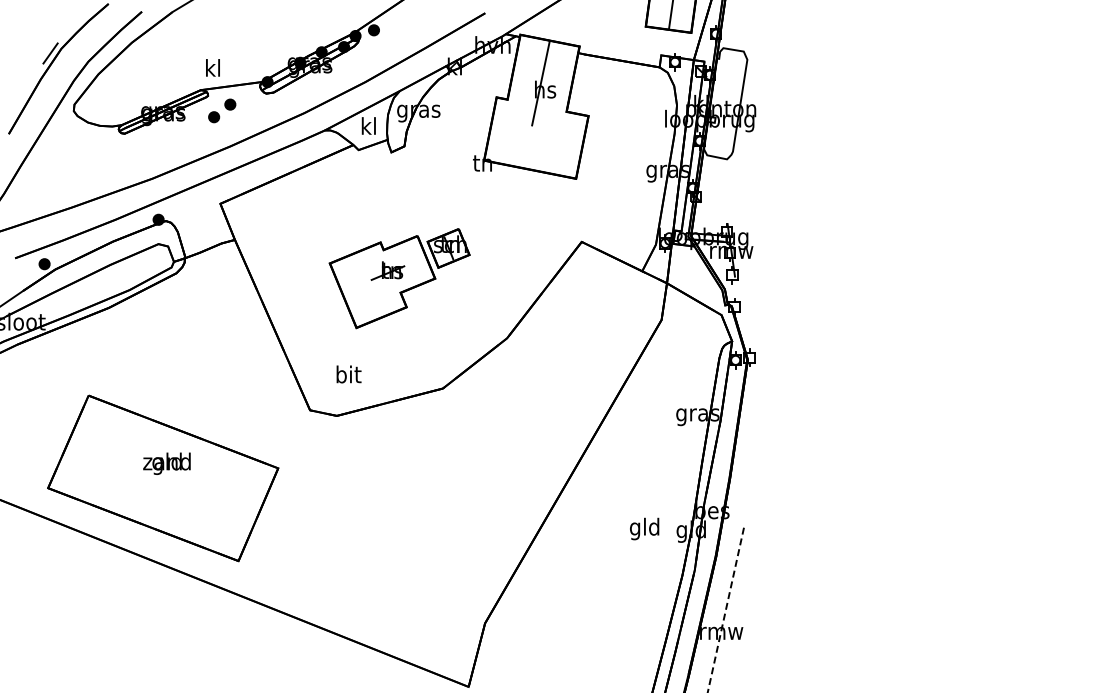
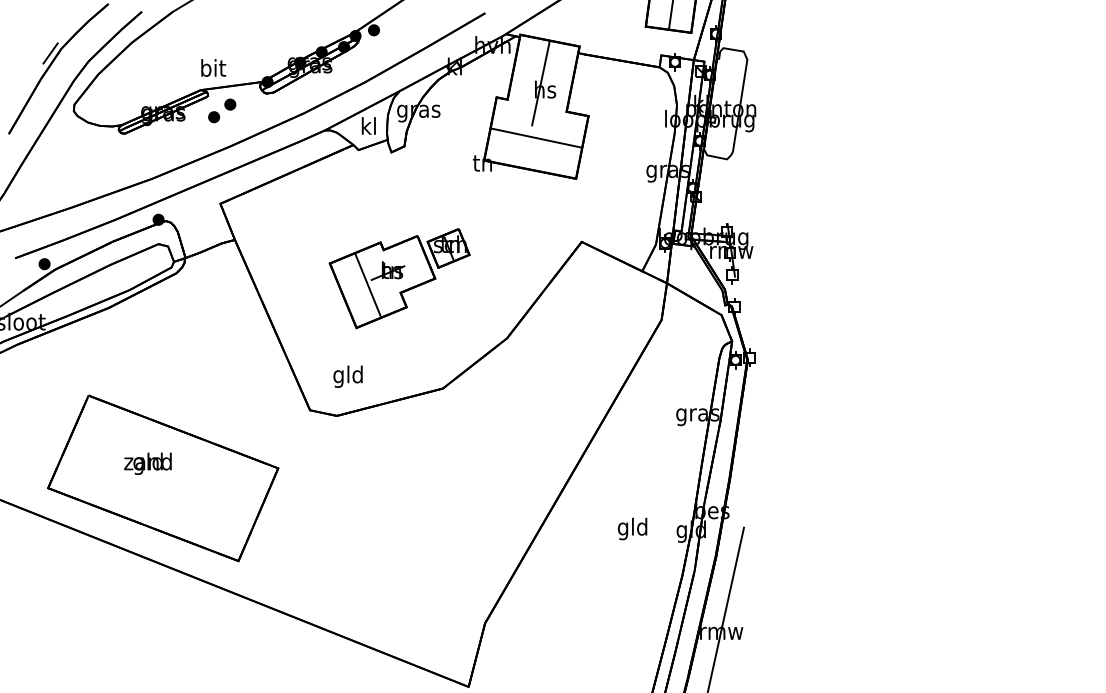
text at (213, 67): kl -> bit
line at (536, 137): none -> present
line at (367, 284): none -> present
text at (347, 376): bit -> gld
text at (166, 463) position: (166, 463) -> (147, 463)
text at (644, 528) position: (644, 528) -> (632, 528)
line at (725, 610): dashed -> solid
